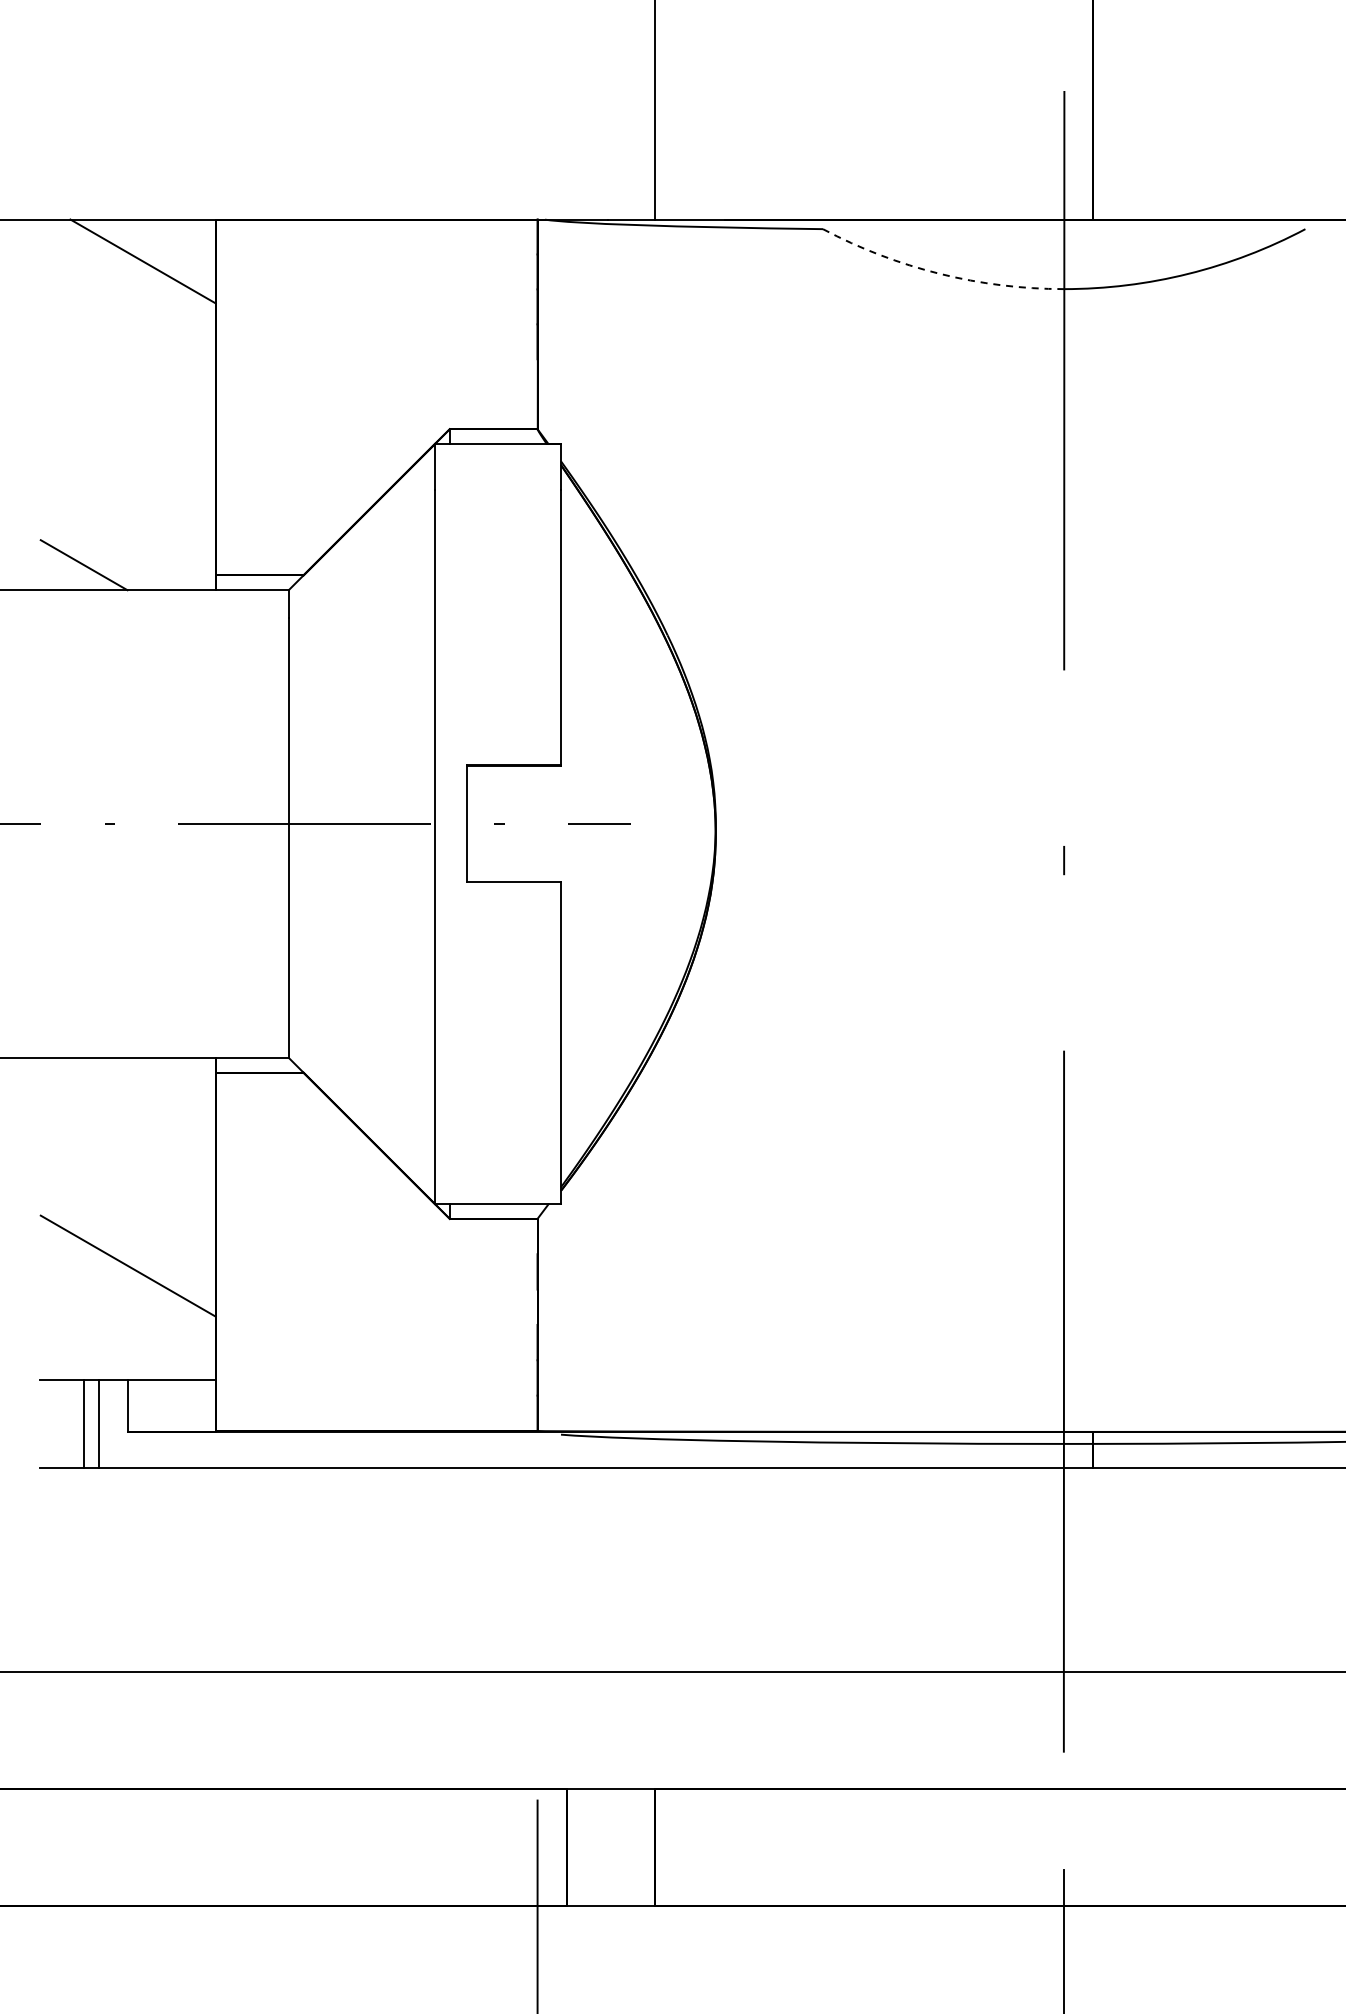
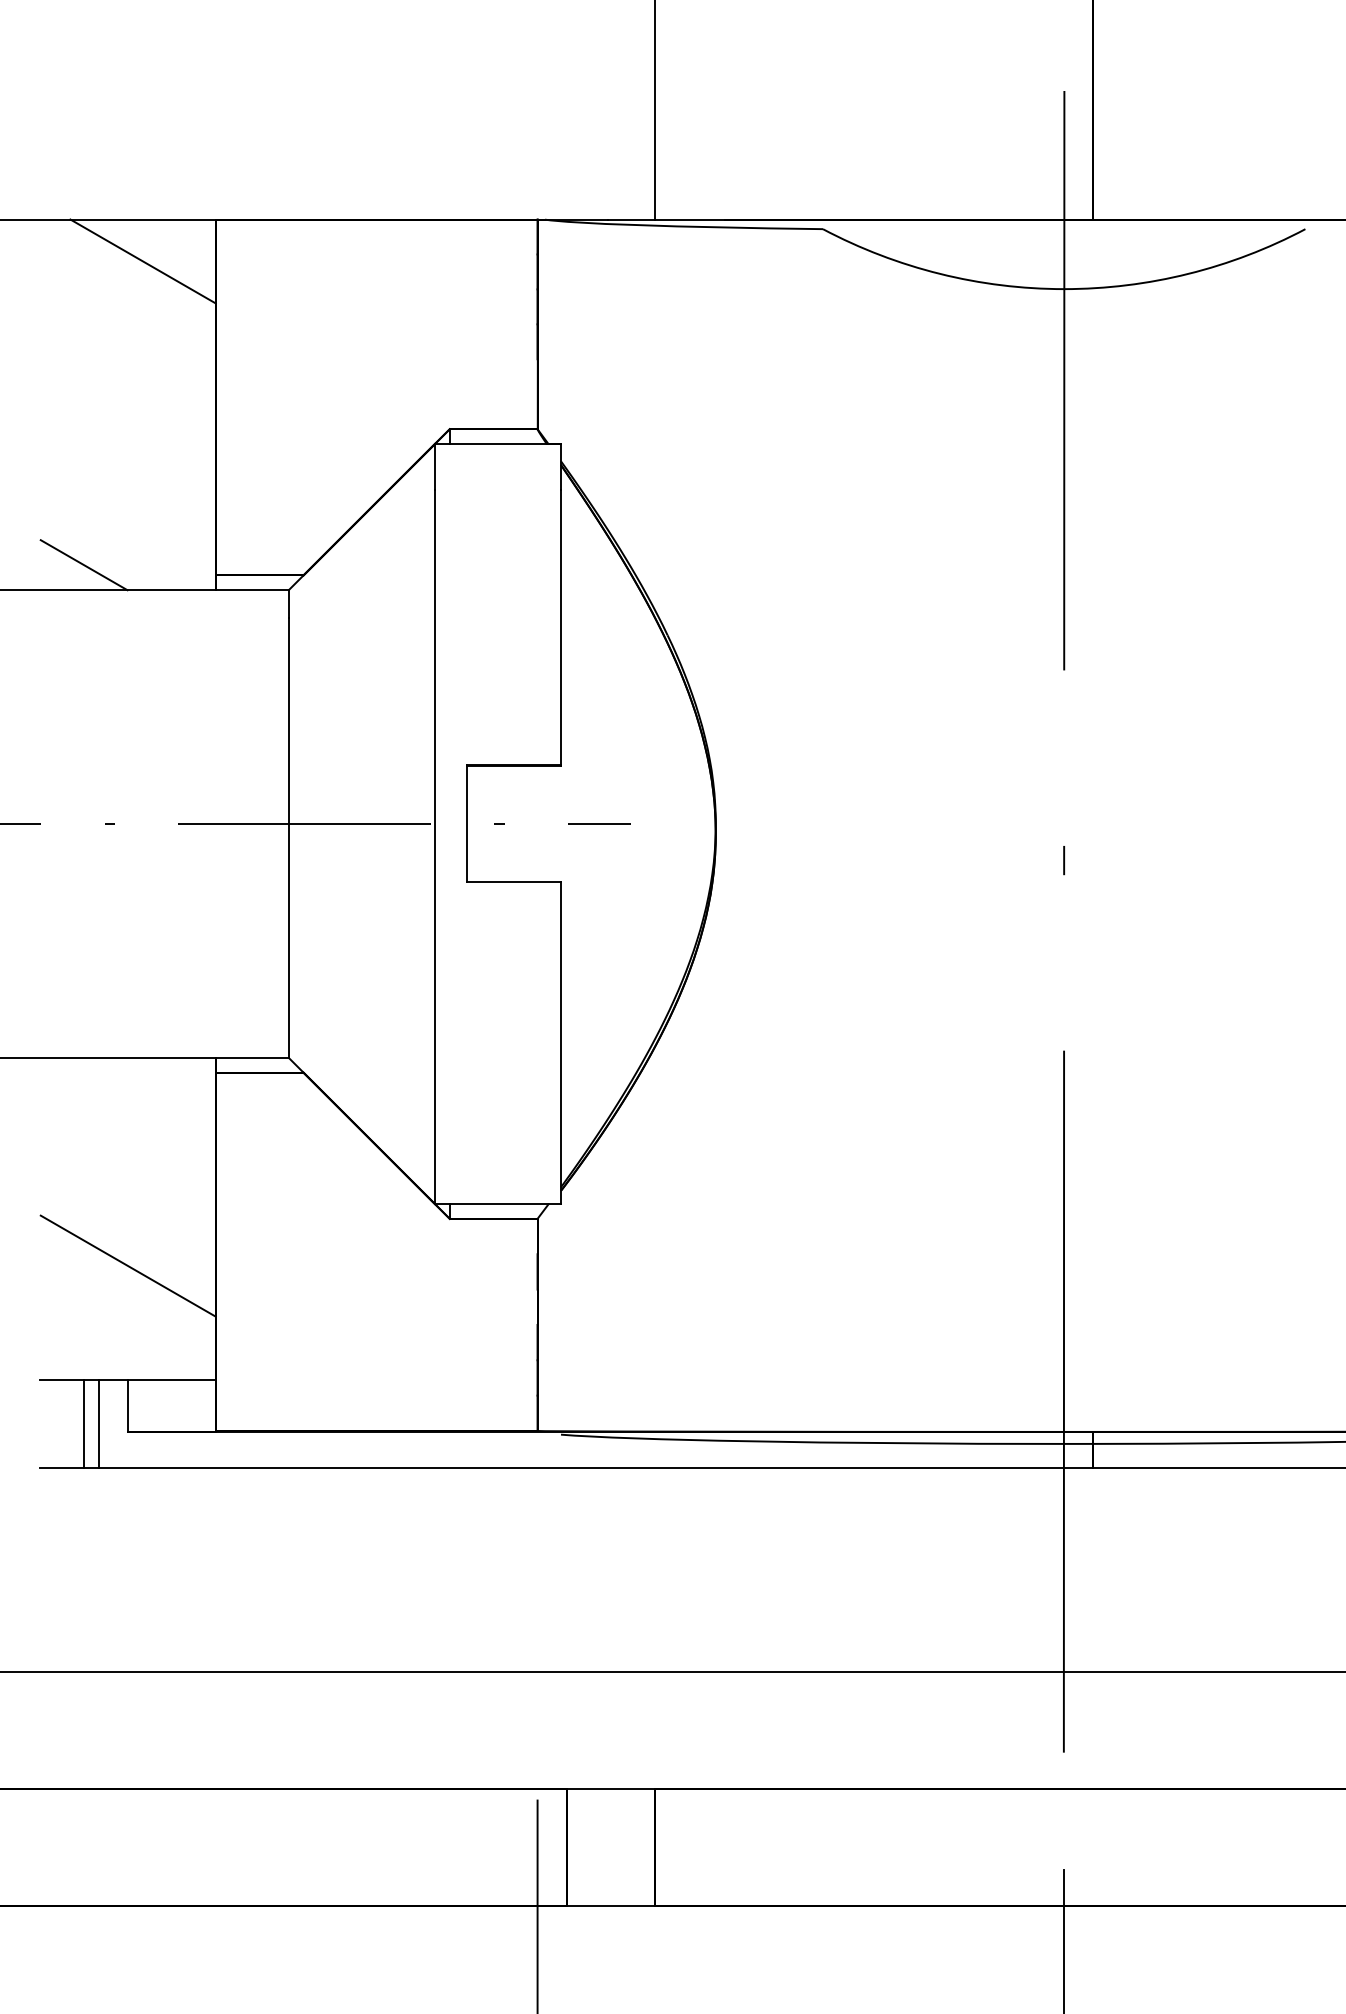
arc at (939, 273): dashed -> solid
